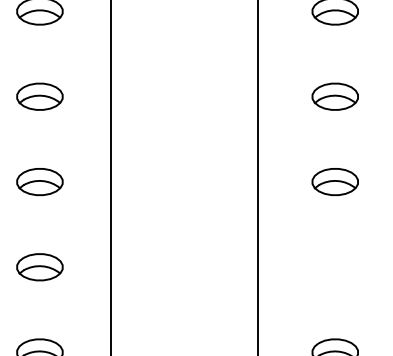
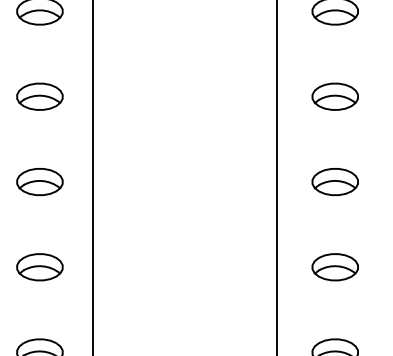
line at (111, 177) position: (111, 177) -> (93, 177)
line at (258, 177) position: (258, 177) -> (277, 177)
part at (334, 267): none -> present
